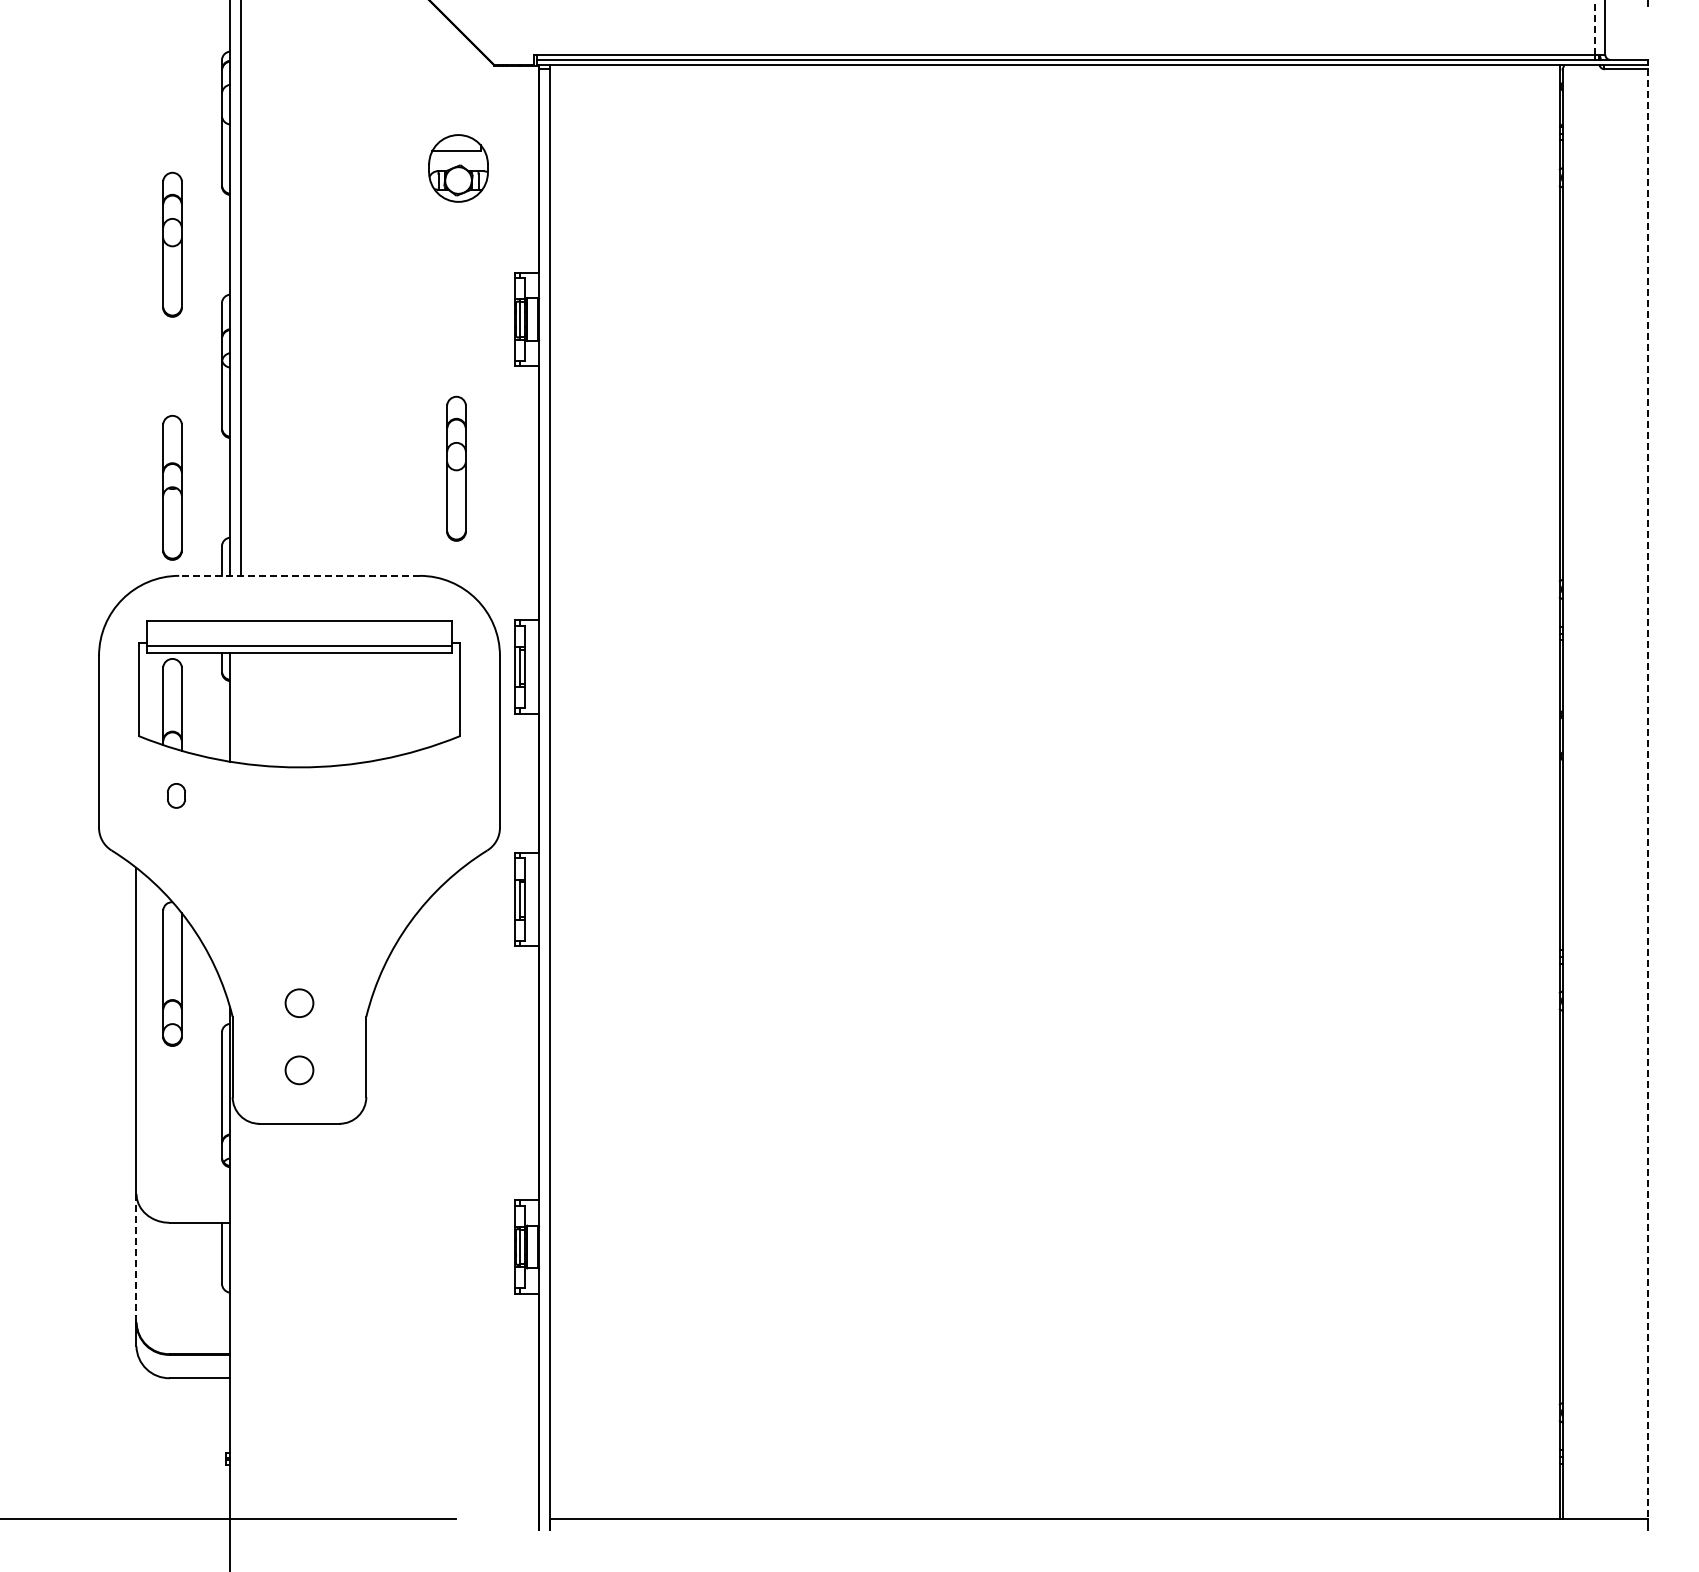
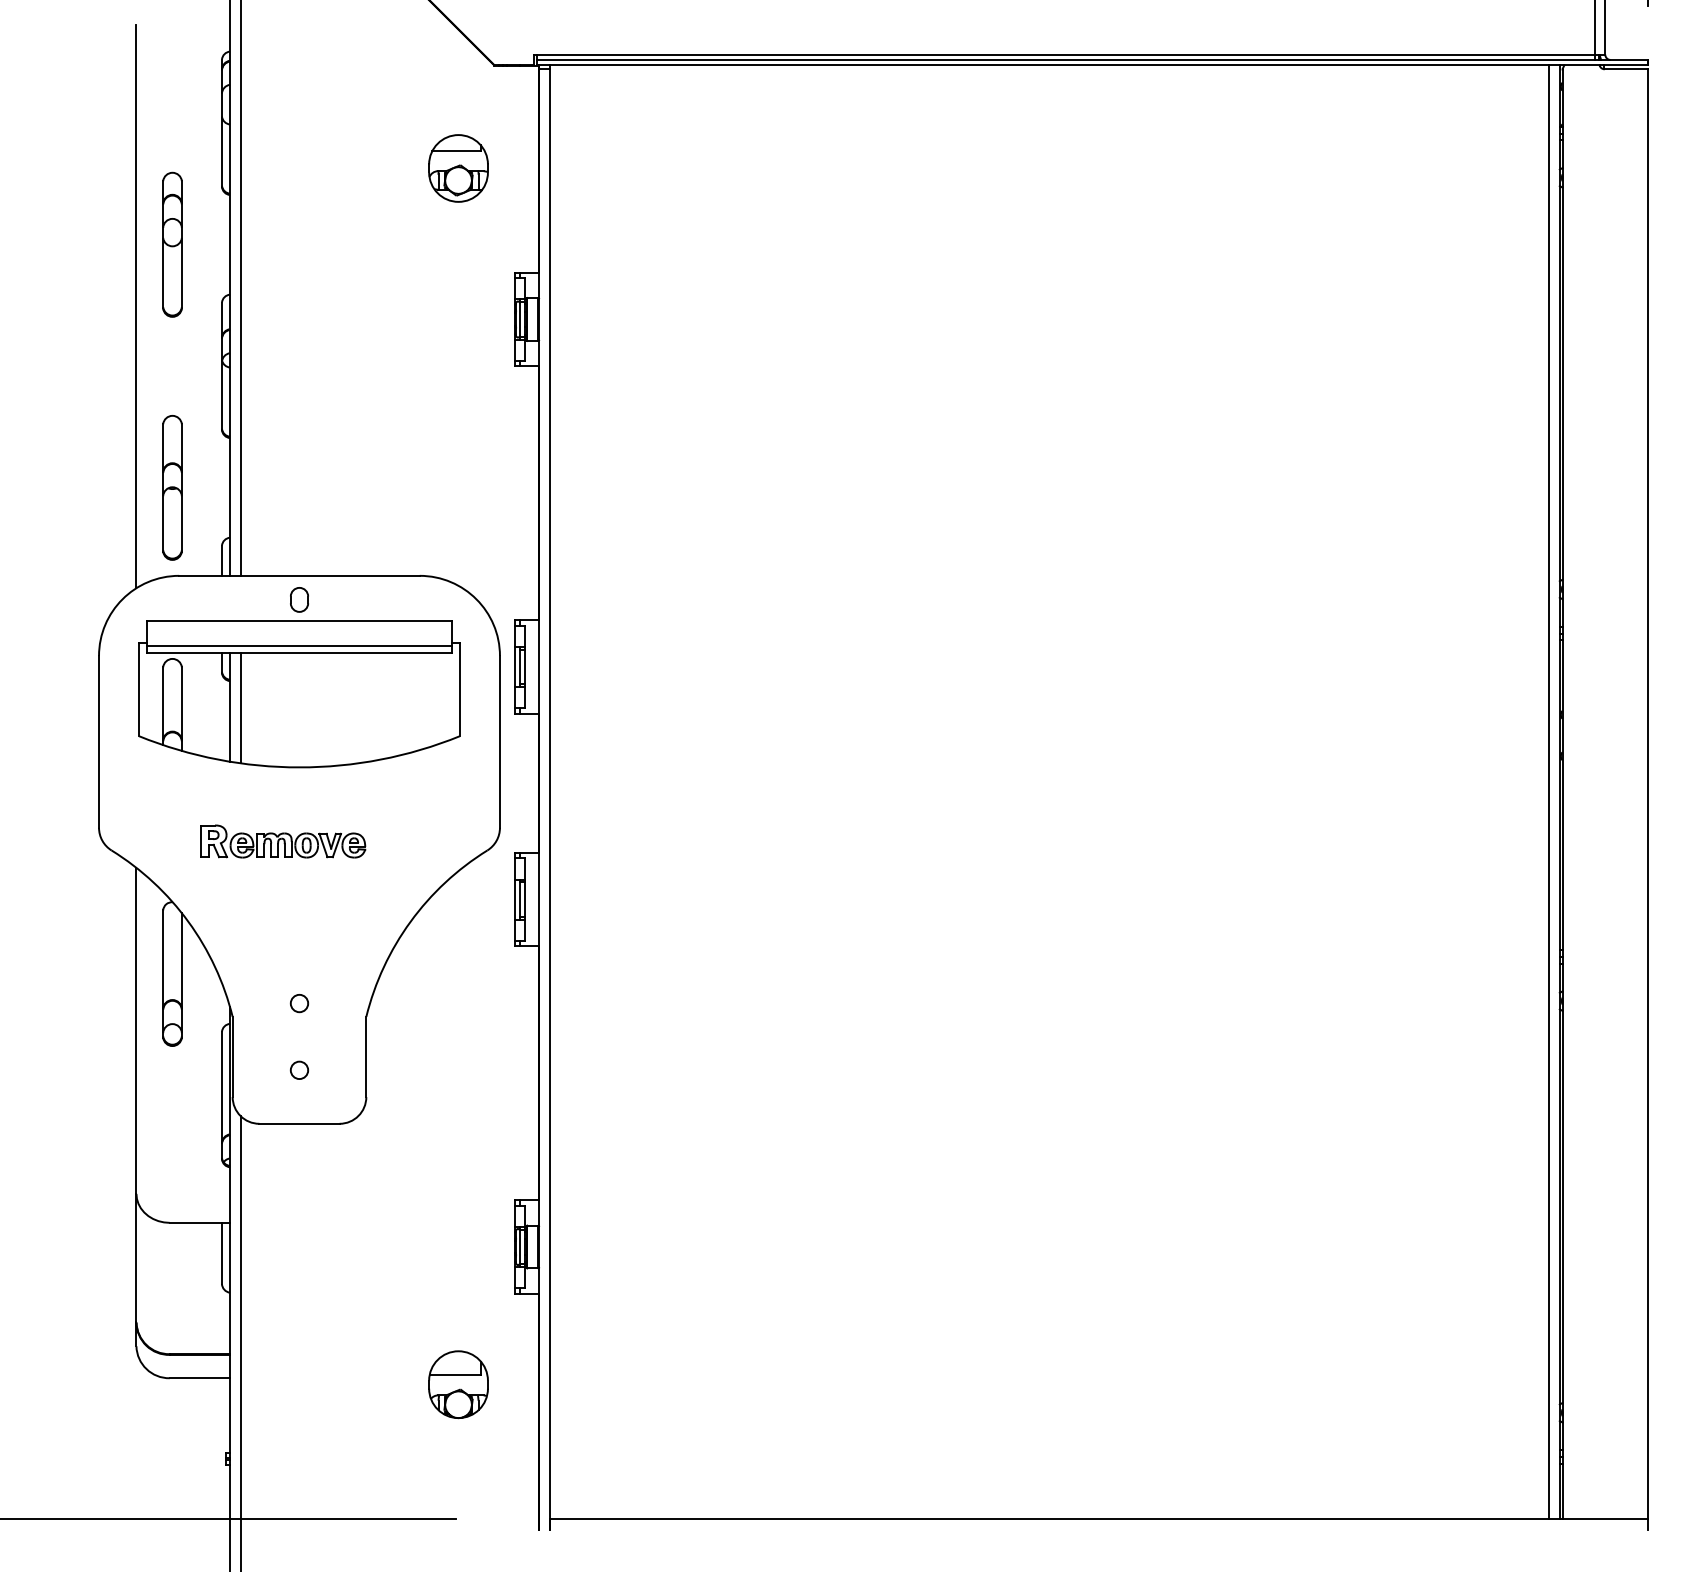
line at (1594, 27): dashed -> solid
line at (136, 306): none -> present
part at (456, 468): present -> none
line at (299, 575): dashed -> solid
line at (240, 708): none -> present
line at (1549, 792): none -> present
line at (1648, 794): dashed -> solid
part at (176, 795) position: (176, 795) -> (299, 599)
part at (283, 841): none -> present
circle at (299, 1002) size: 31x30 px -> 21x20 px
circle at (299, 1070) diameter: 28 px -> 17 px
line at (136, 1257): dashed -> solid
line at (240, 1342): none -> present
part at (458, 1384): none -> present
